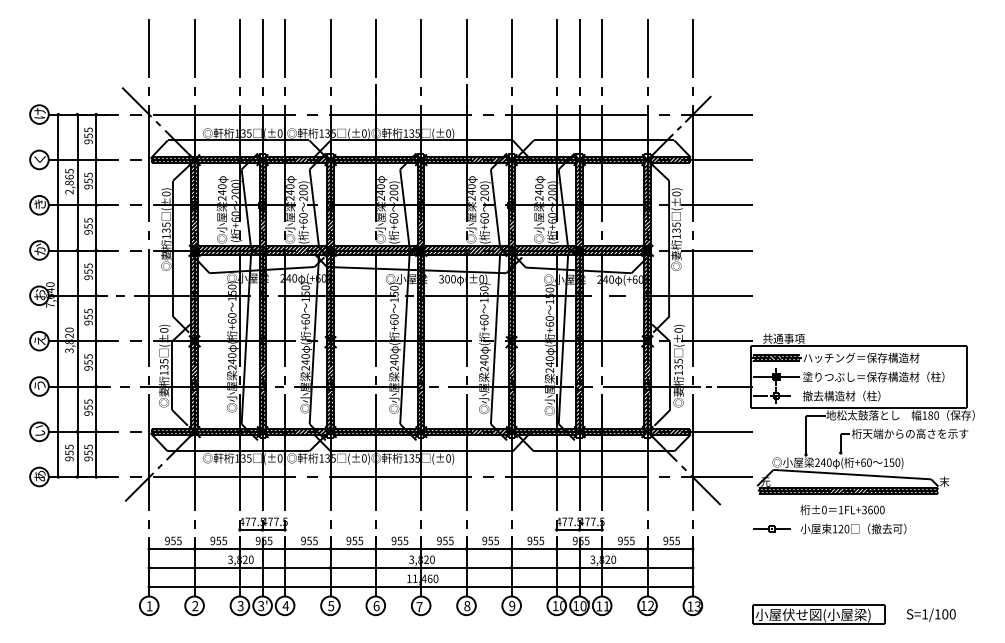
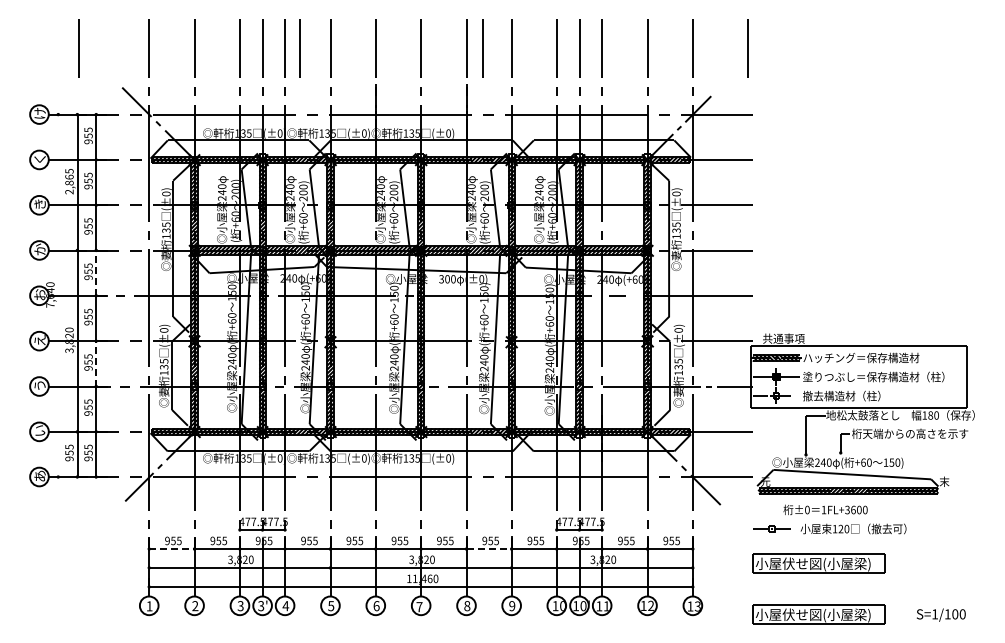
line at (78, 48): none -> present
line at (299, 48): none -> present
line at (482, 48): none -> present
line at (747, 48): none -> present
line at (96, 273): solid -> dashed
line at (58, 295): present -> none
line at (96, 363): solid -> dashed
text at (842, 509) position: (842, 509) -> (825, 509)
line at (172, 549): solid -> dashed
line at (489, 549): solid -> dashed
part at (818, 563): none -> present
text at (930, 614) position: (930, 614) -> (940, 614)
